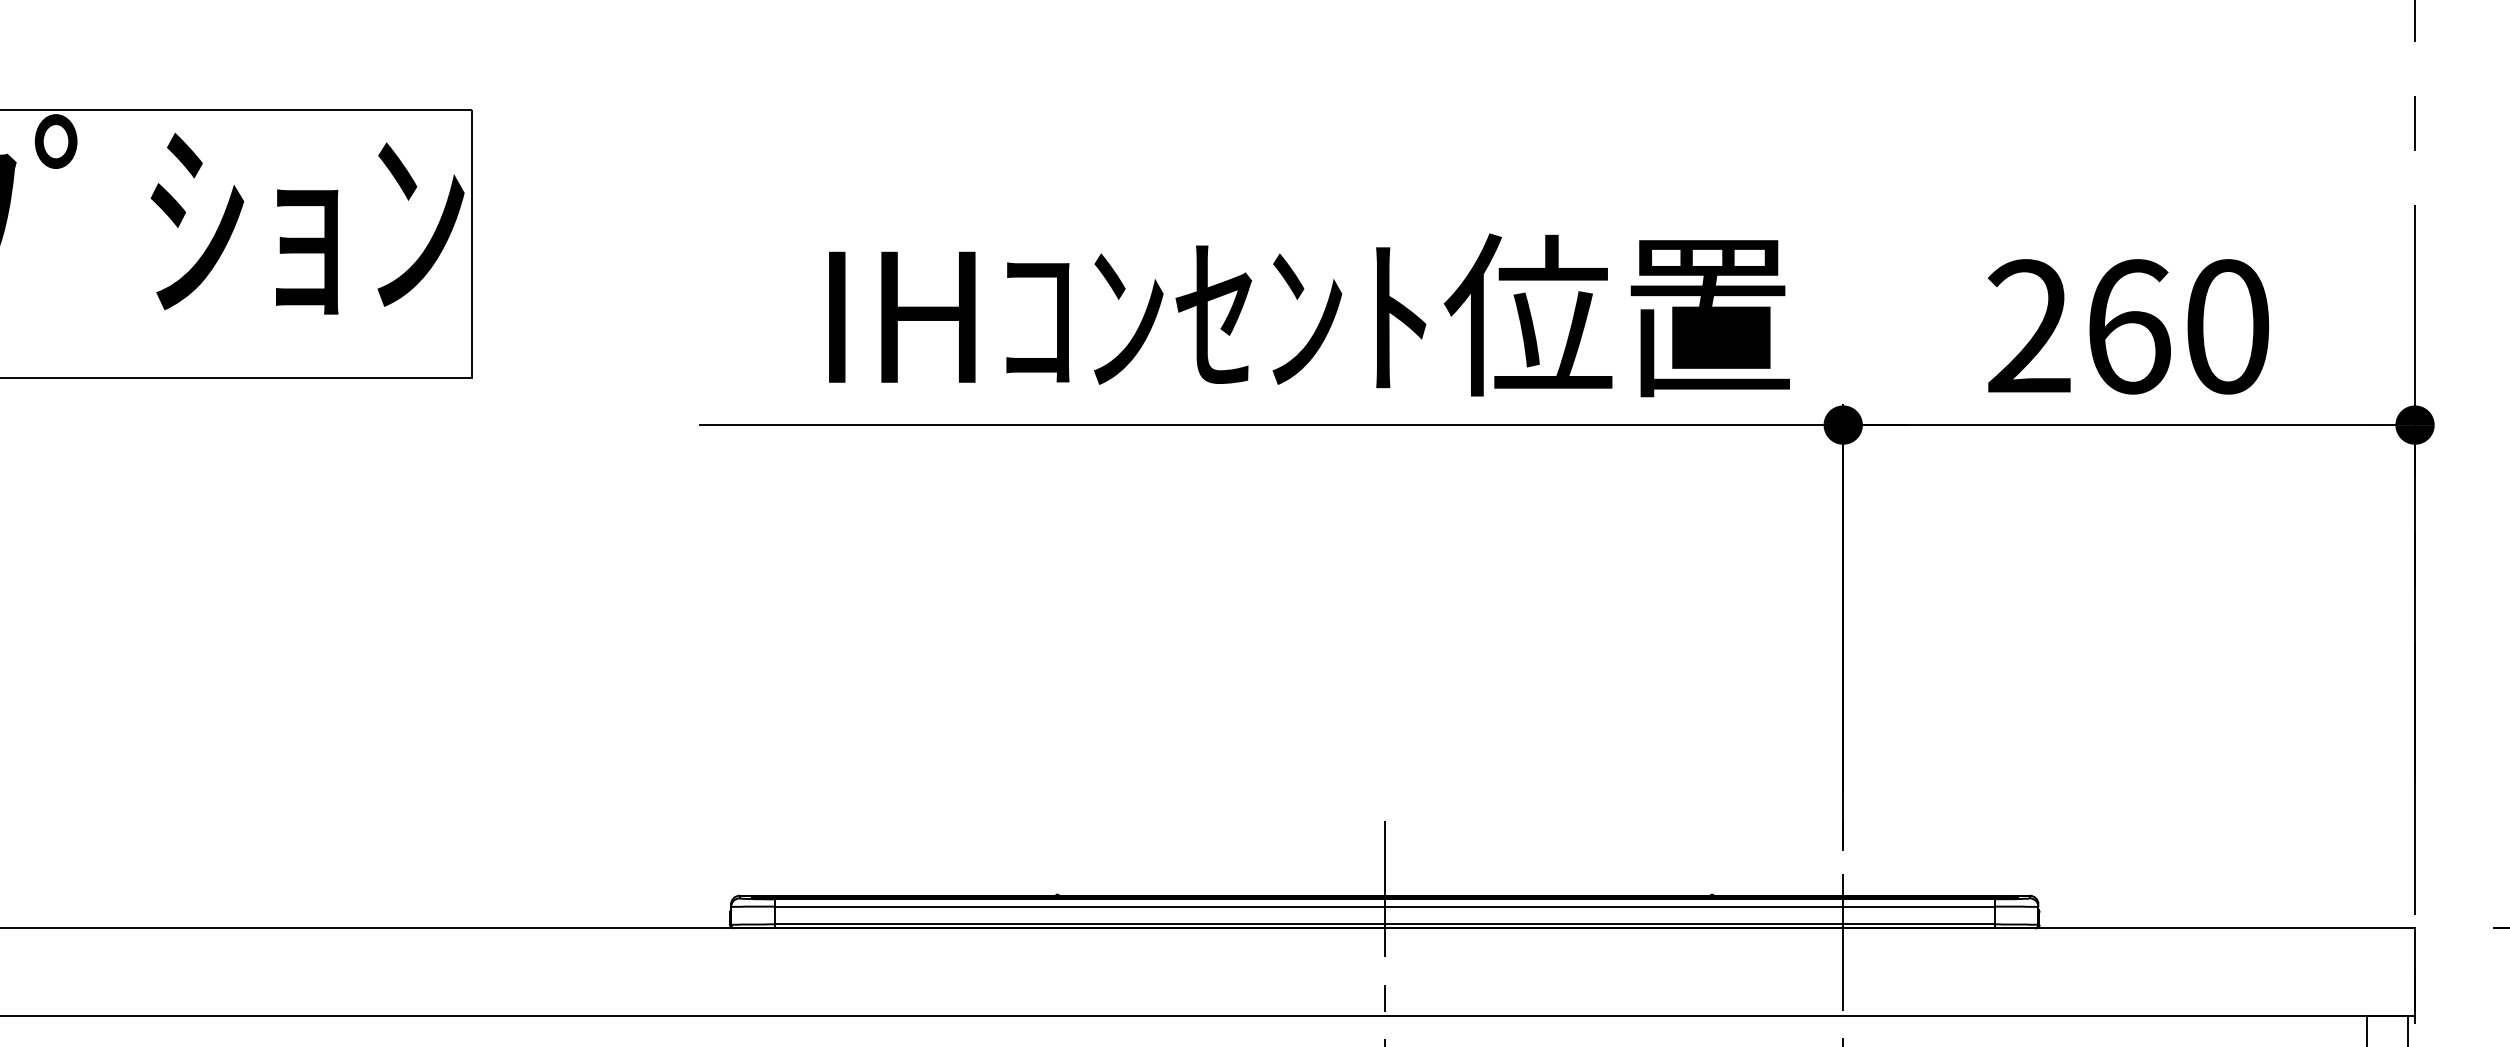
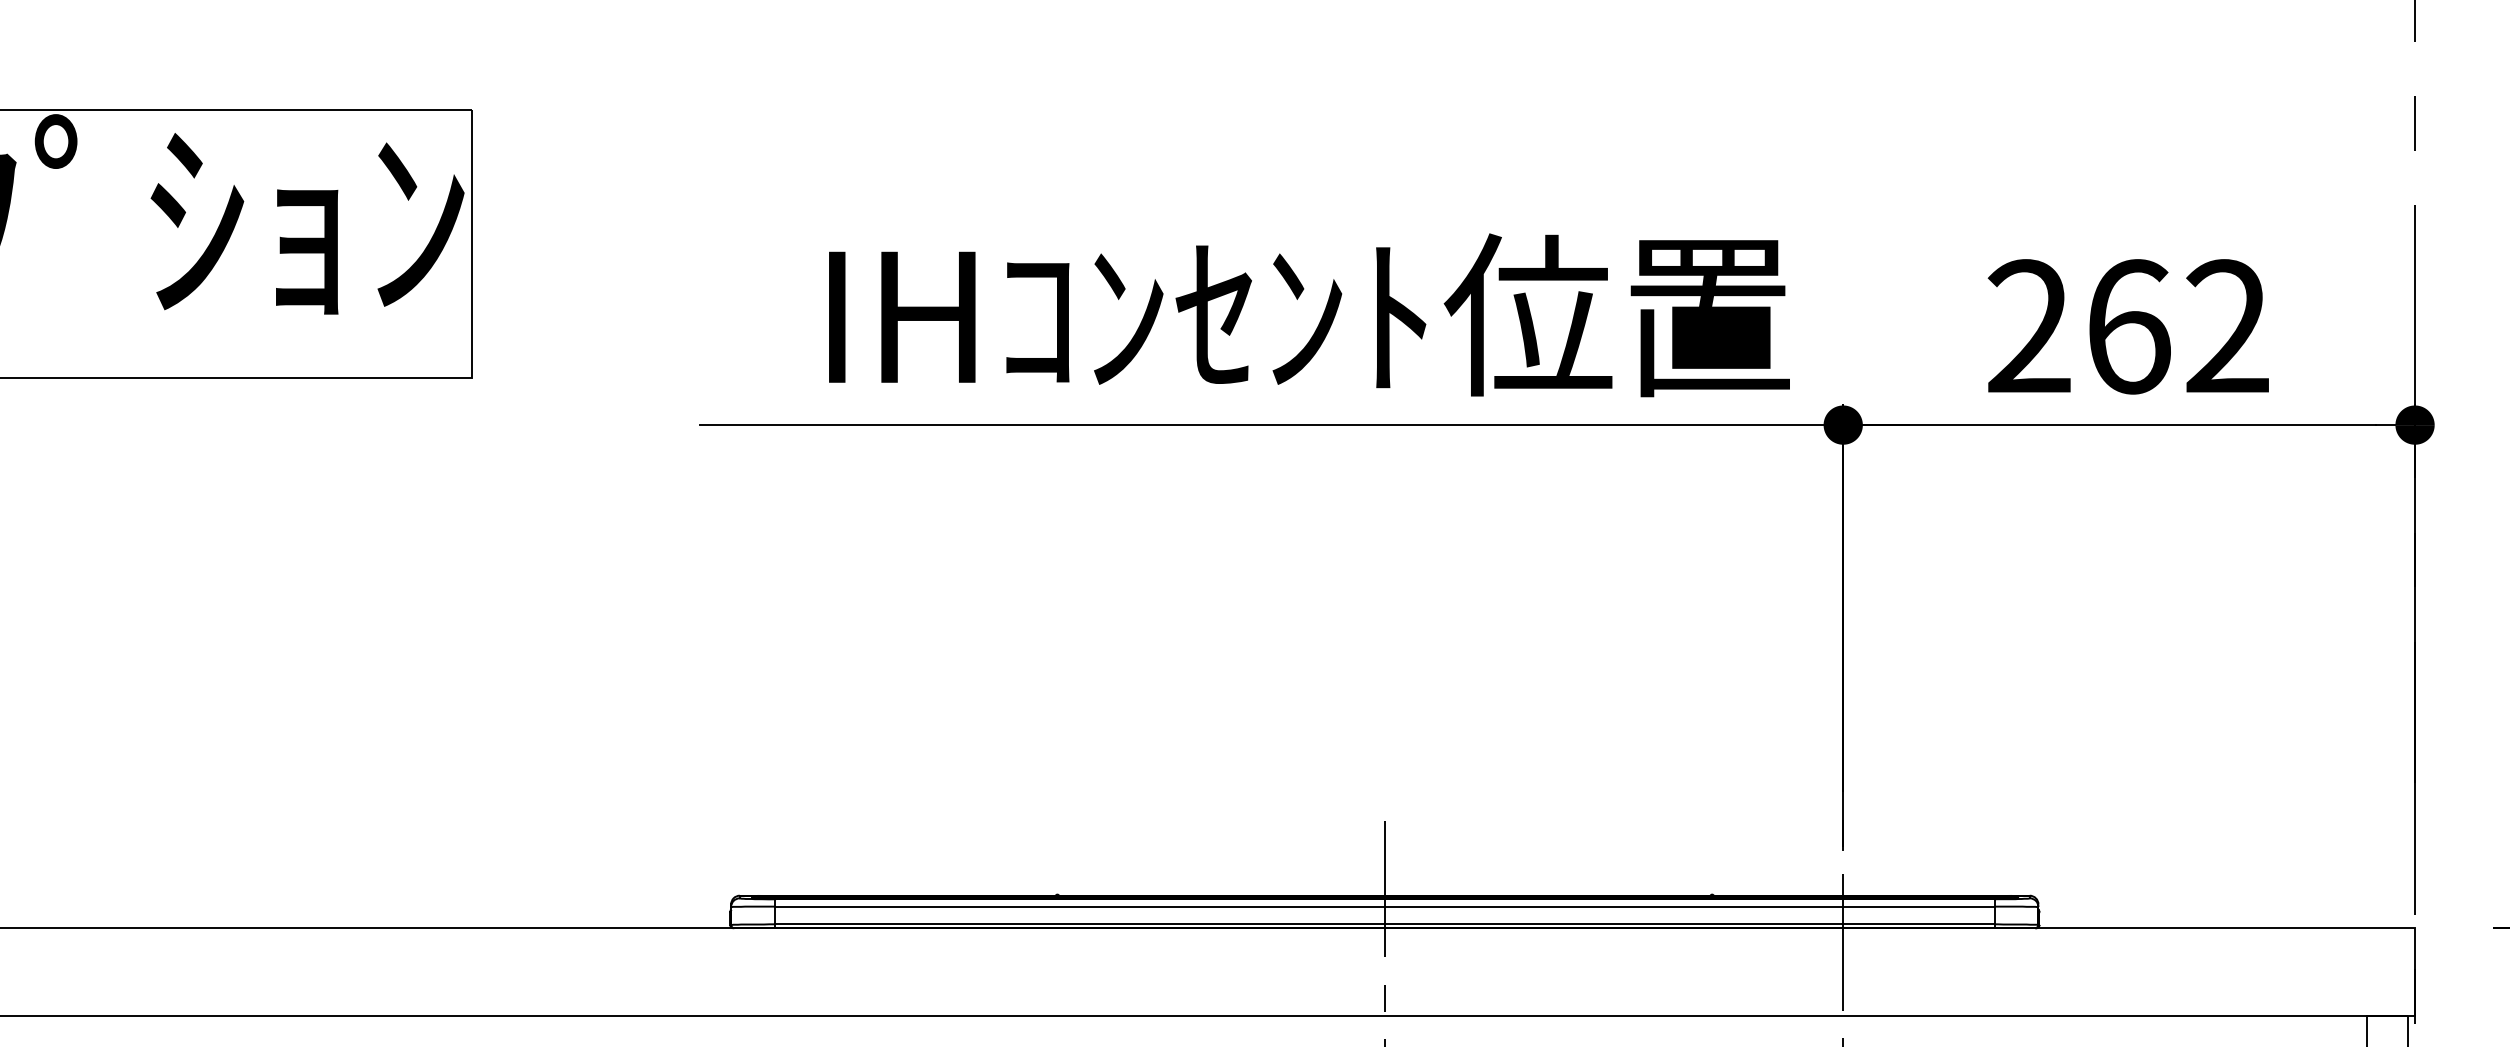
text at (2227, 326): 260 -> 262
